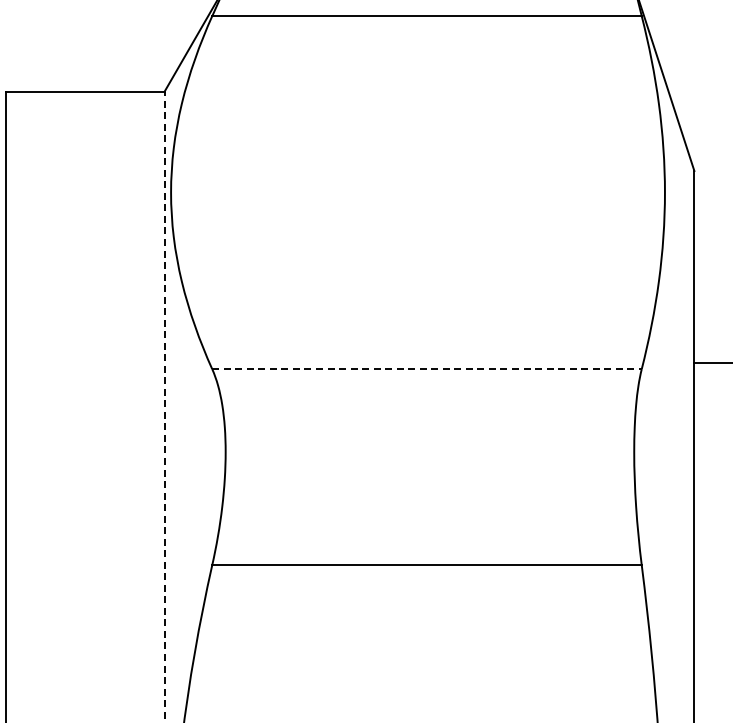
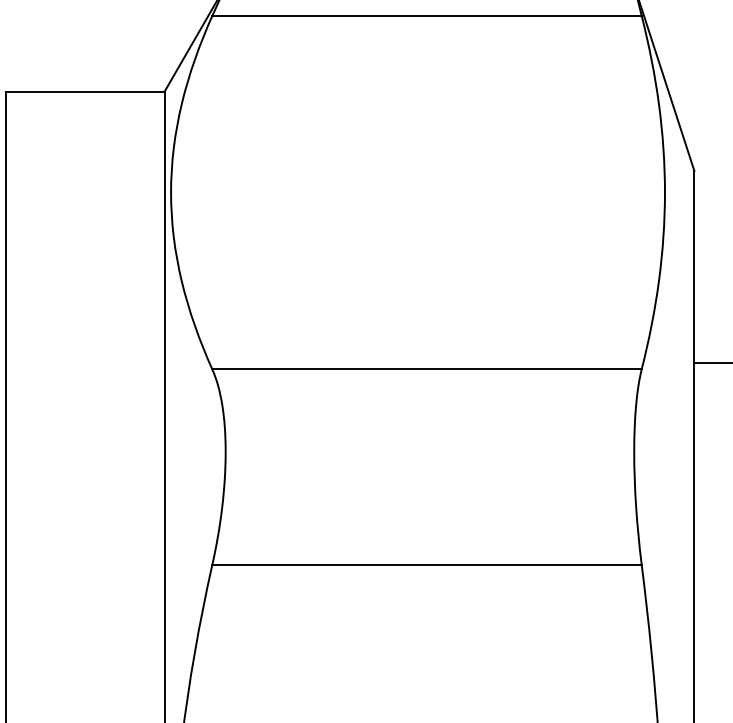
line at (427, 369): dashed -> solid
line at (164, 406): dashed -> solid
